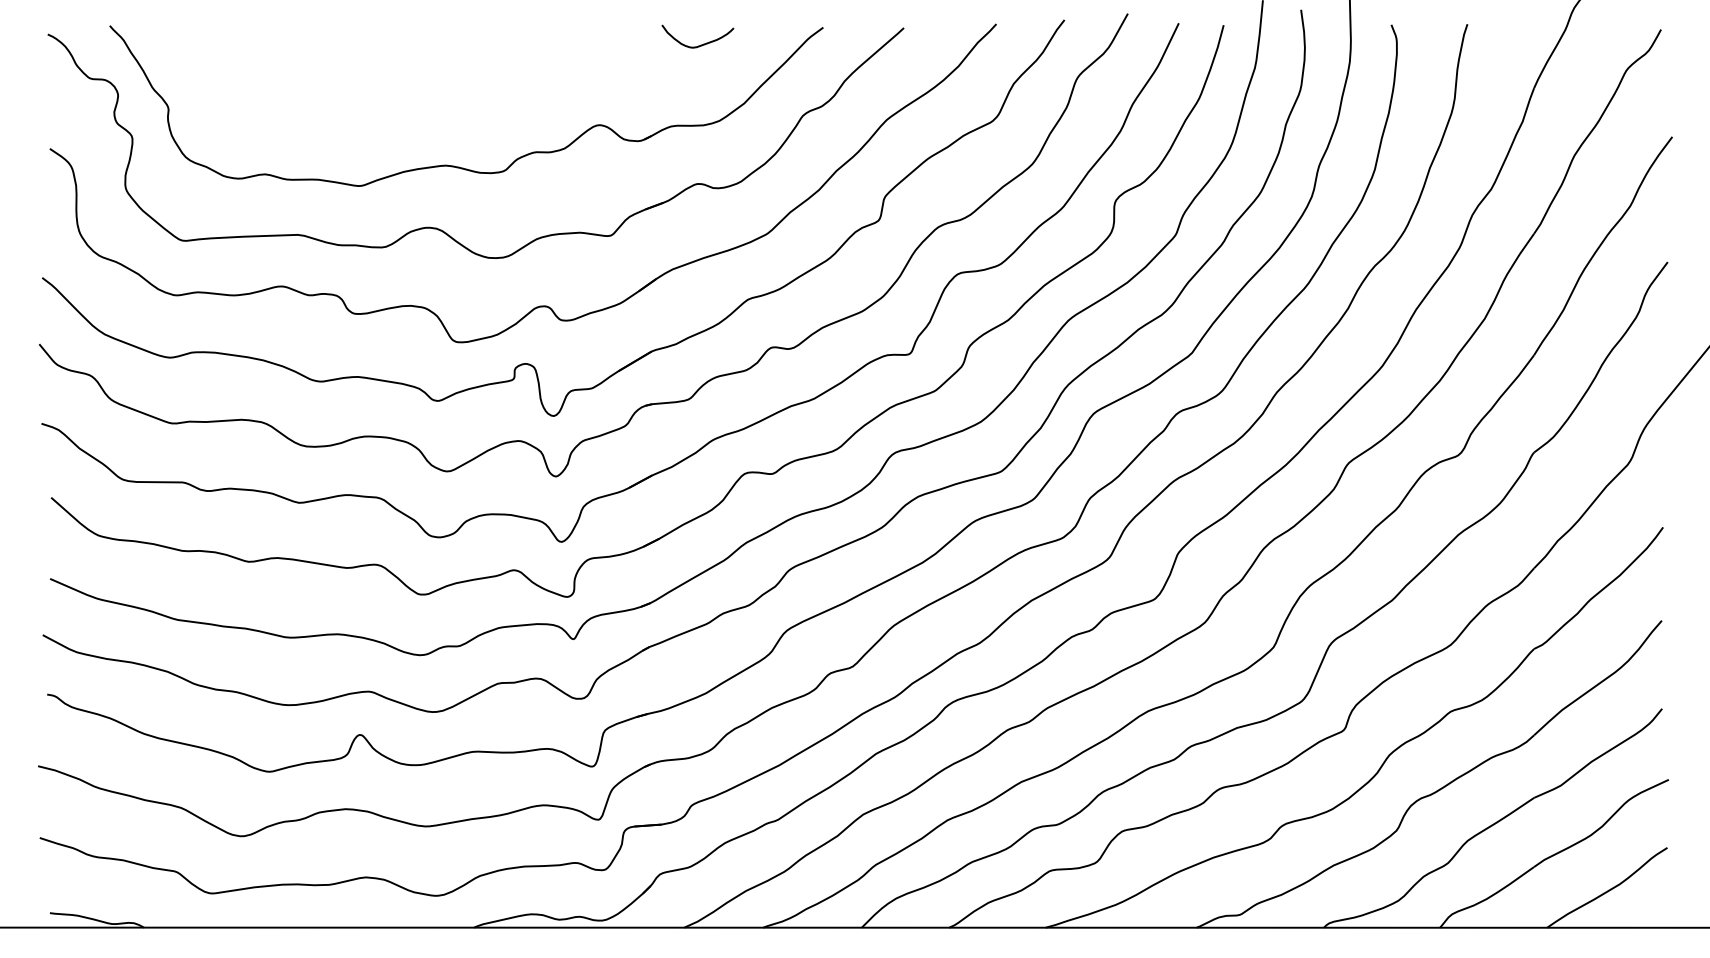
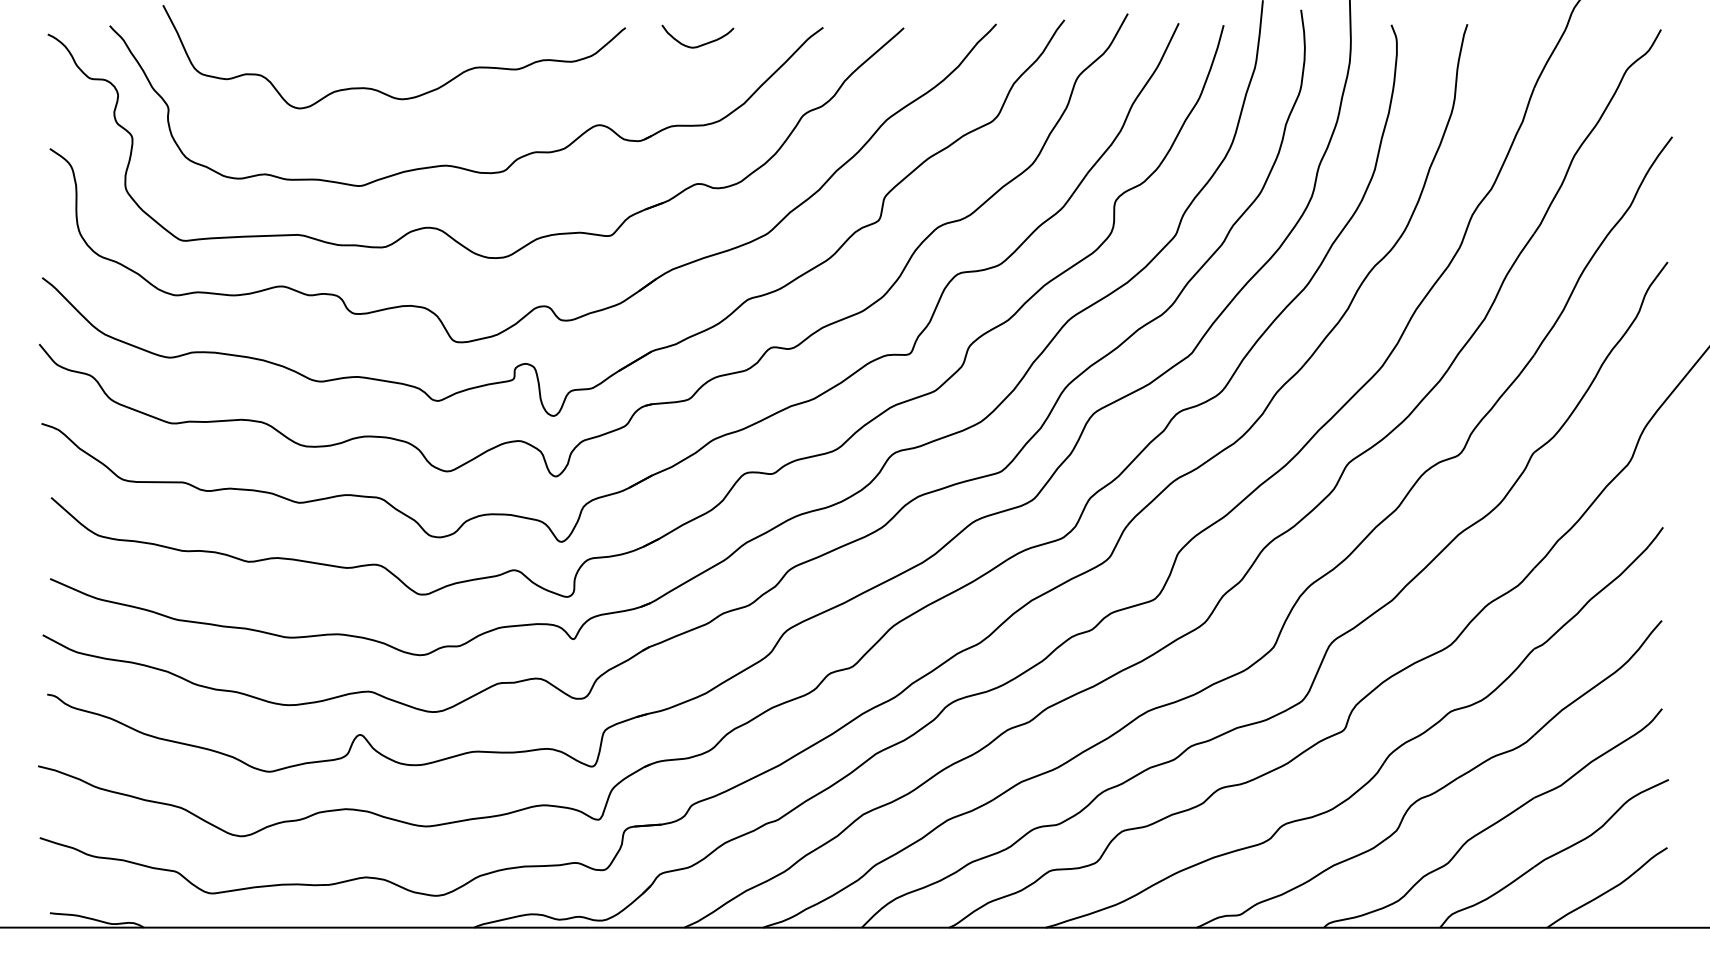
curve at (382, 91): none -> present
